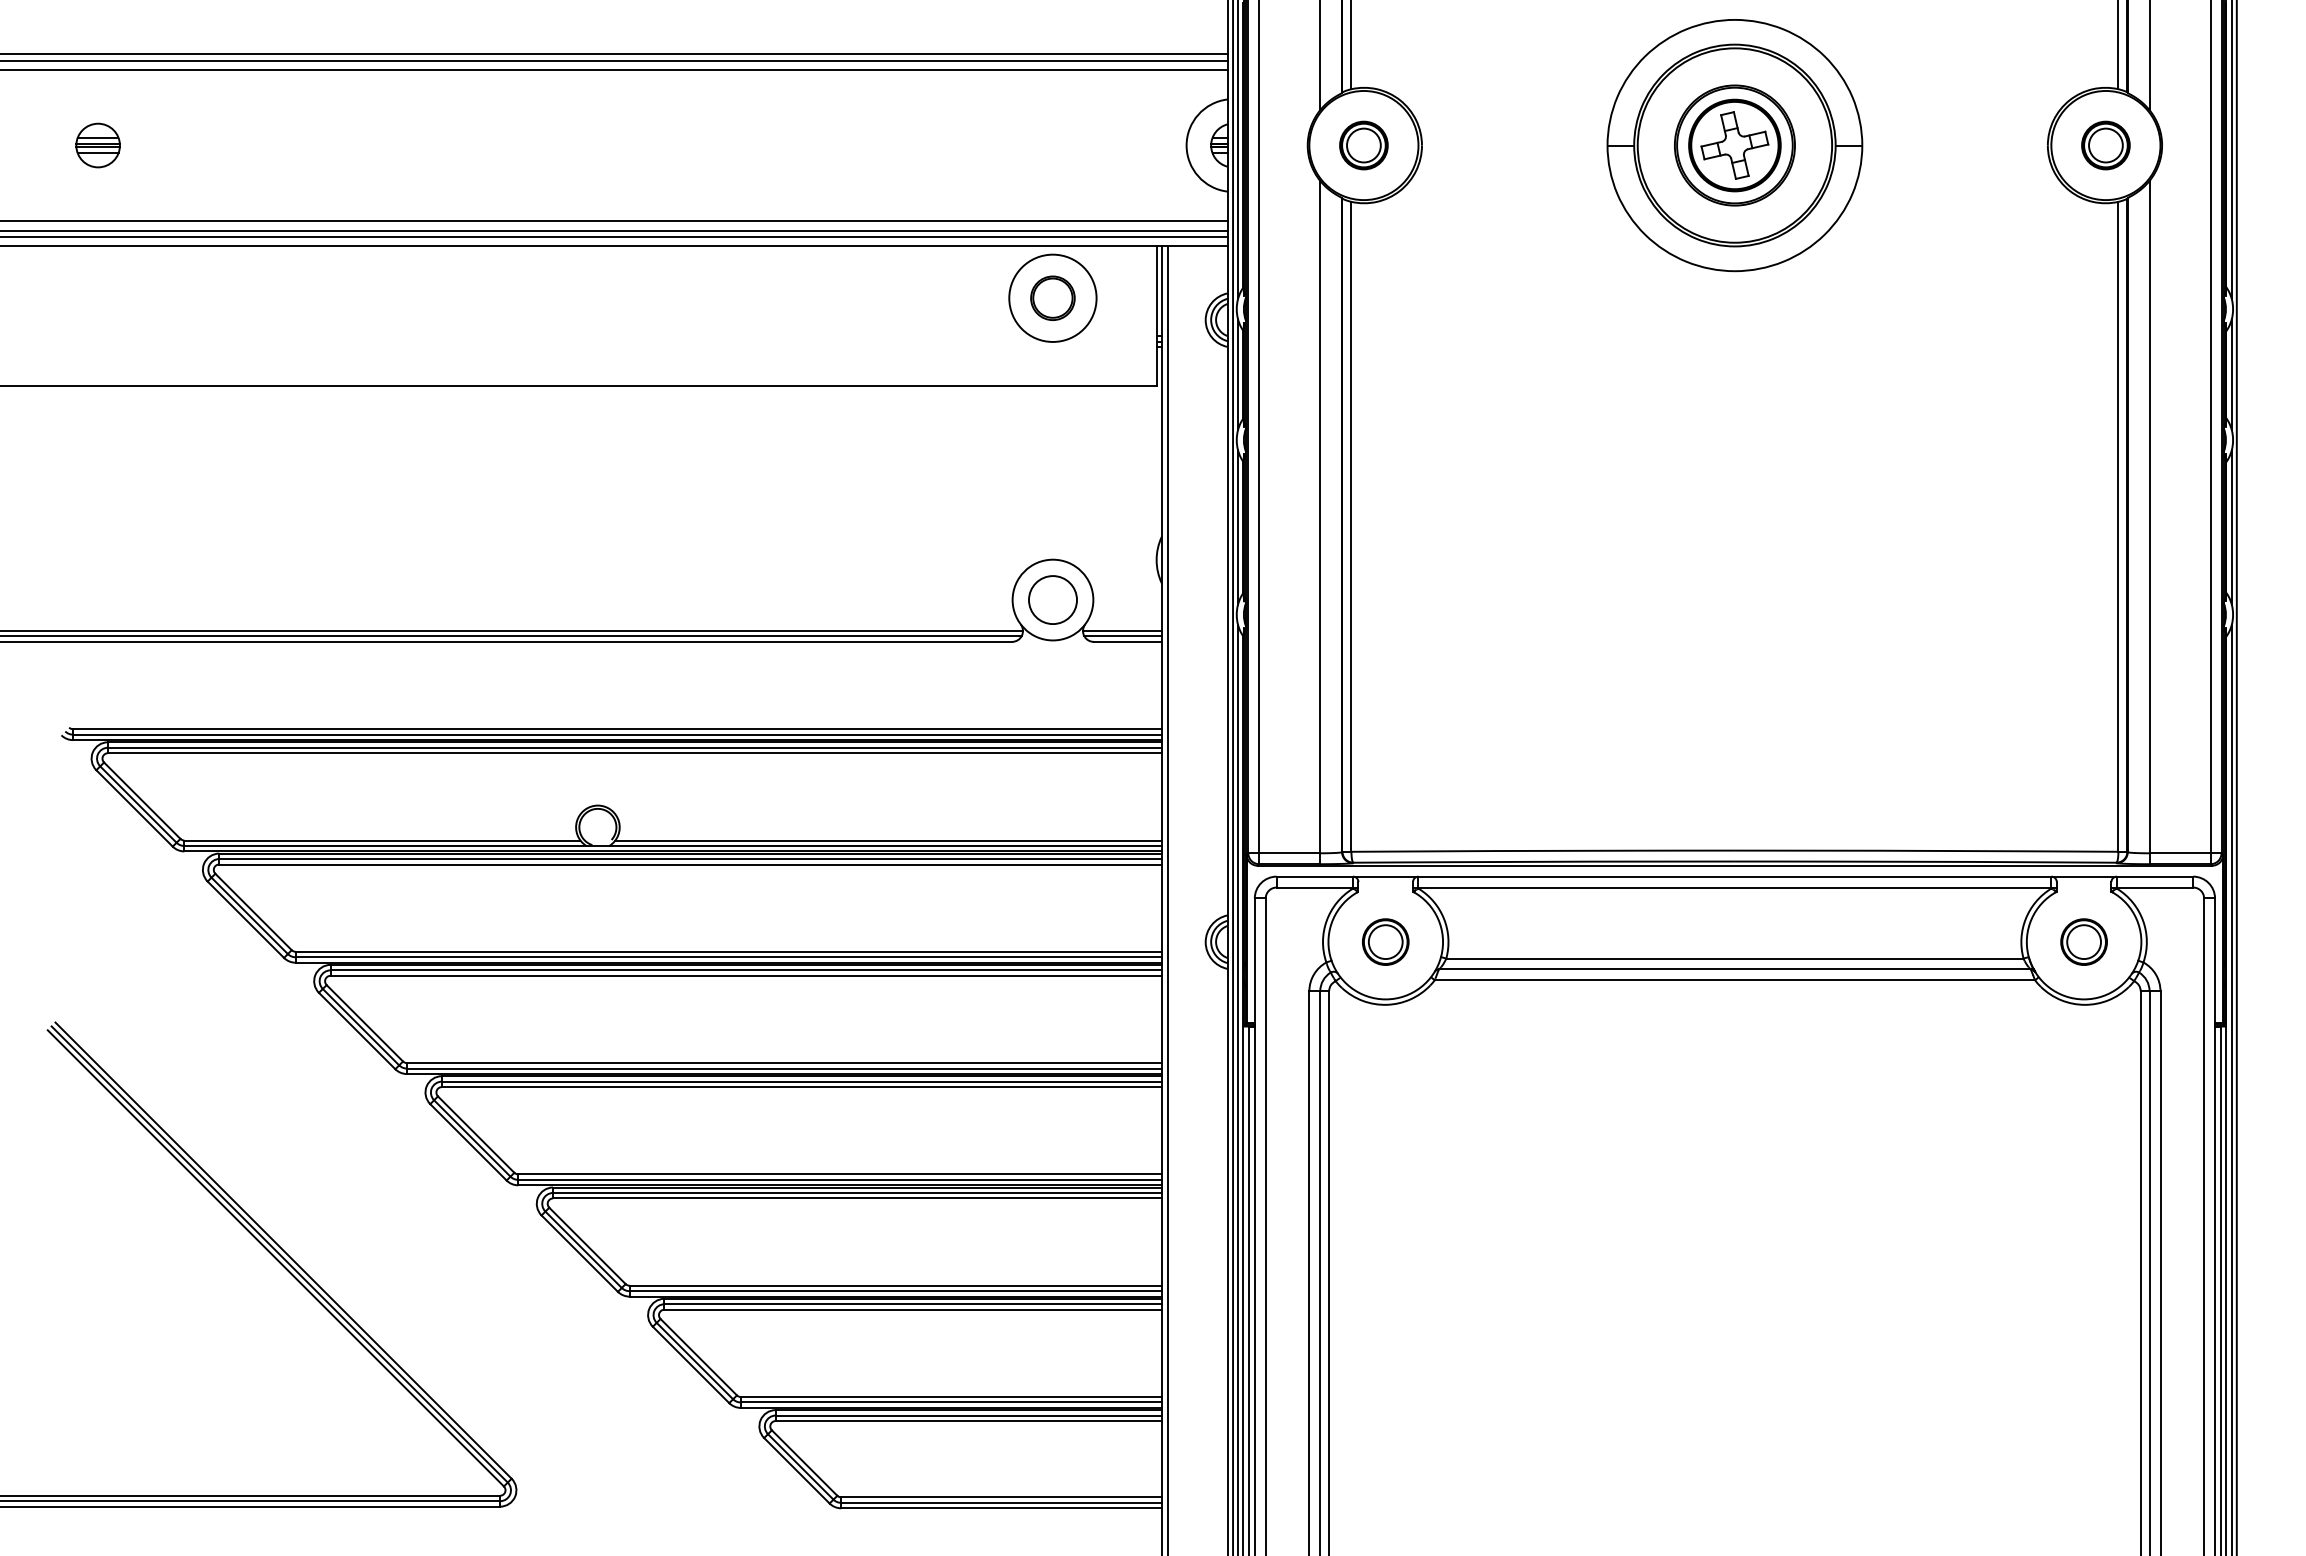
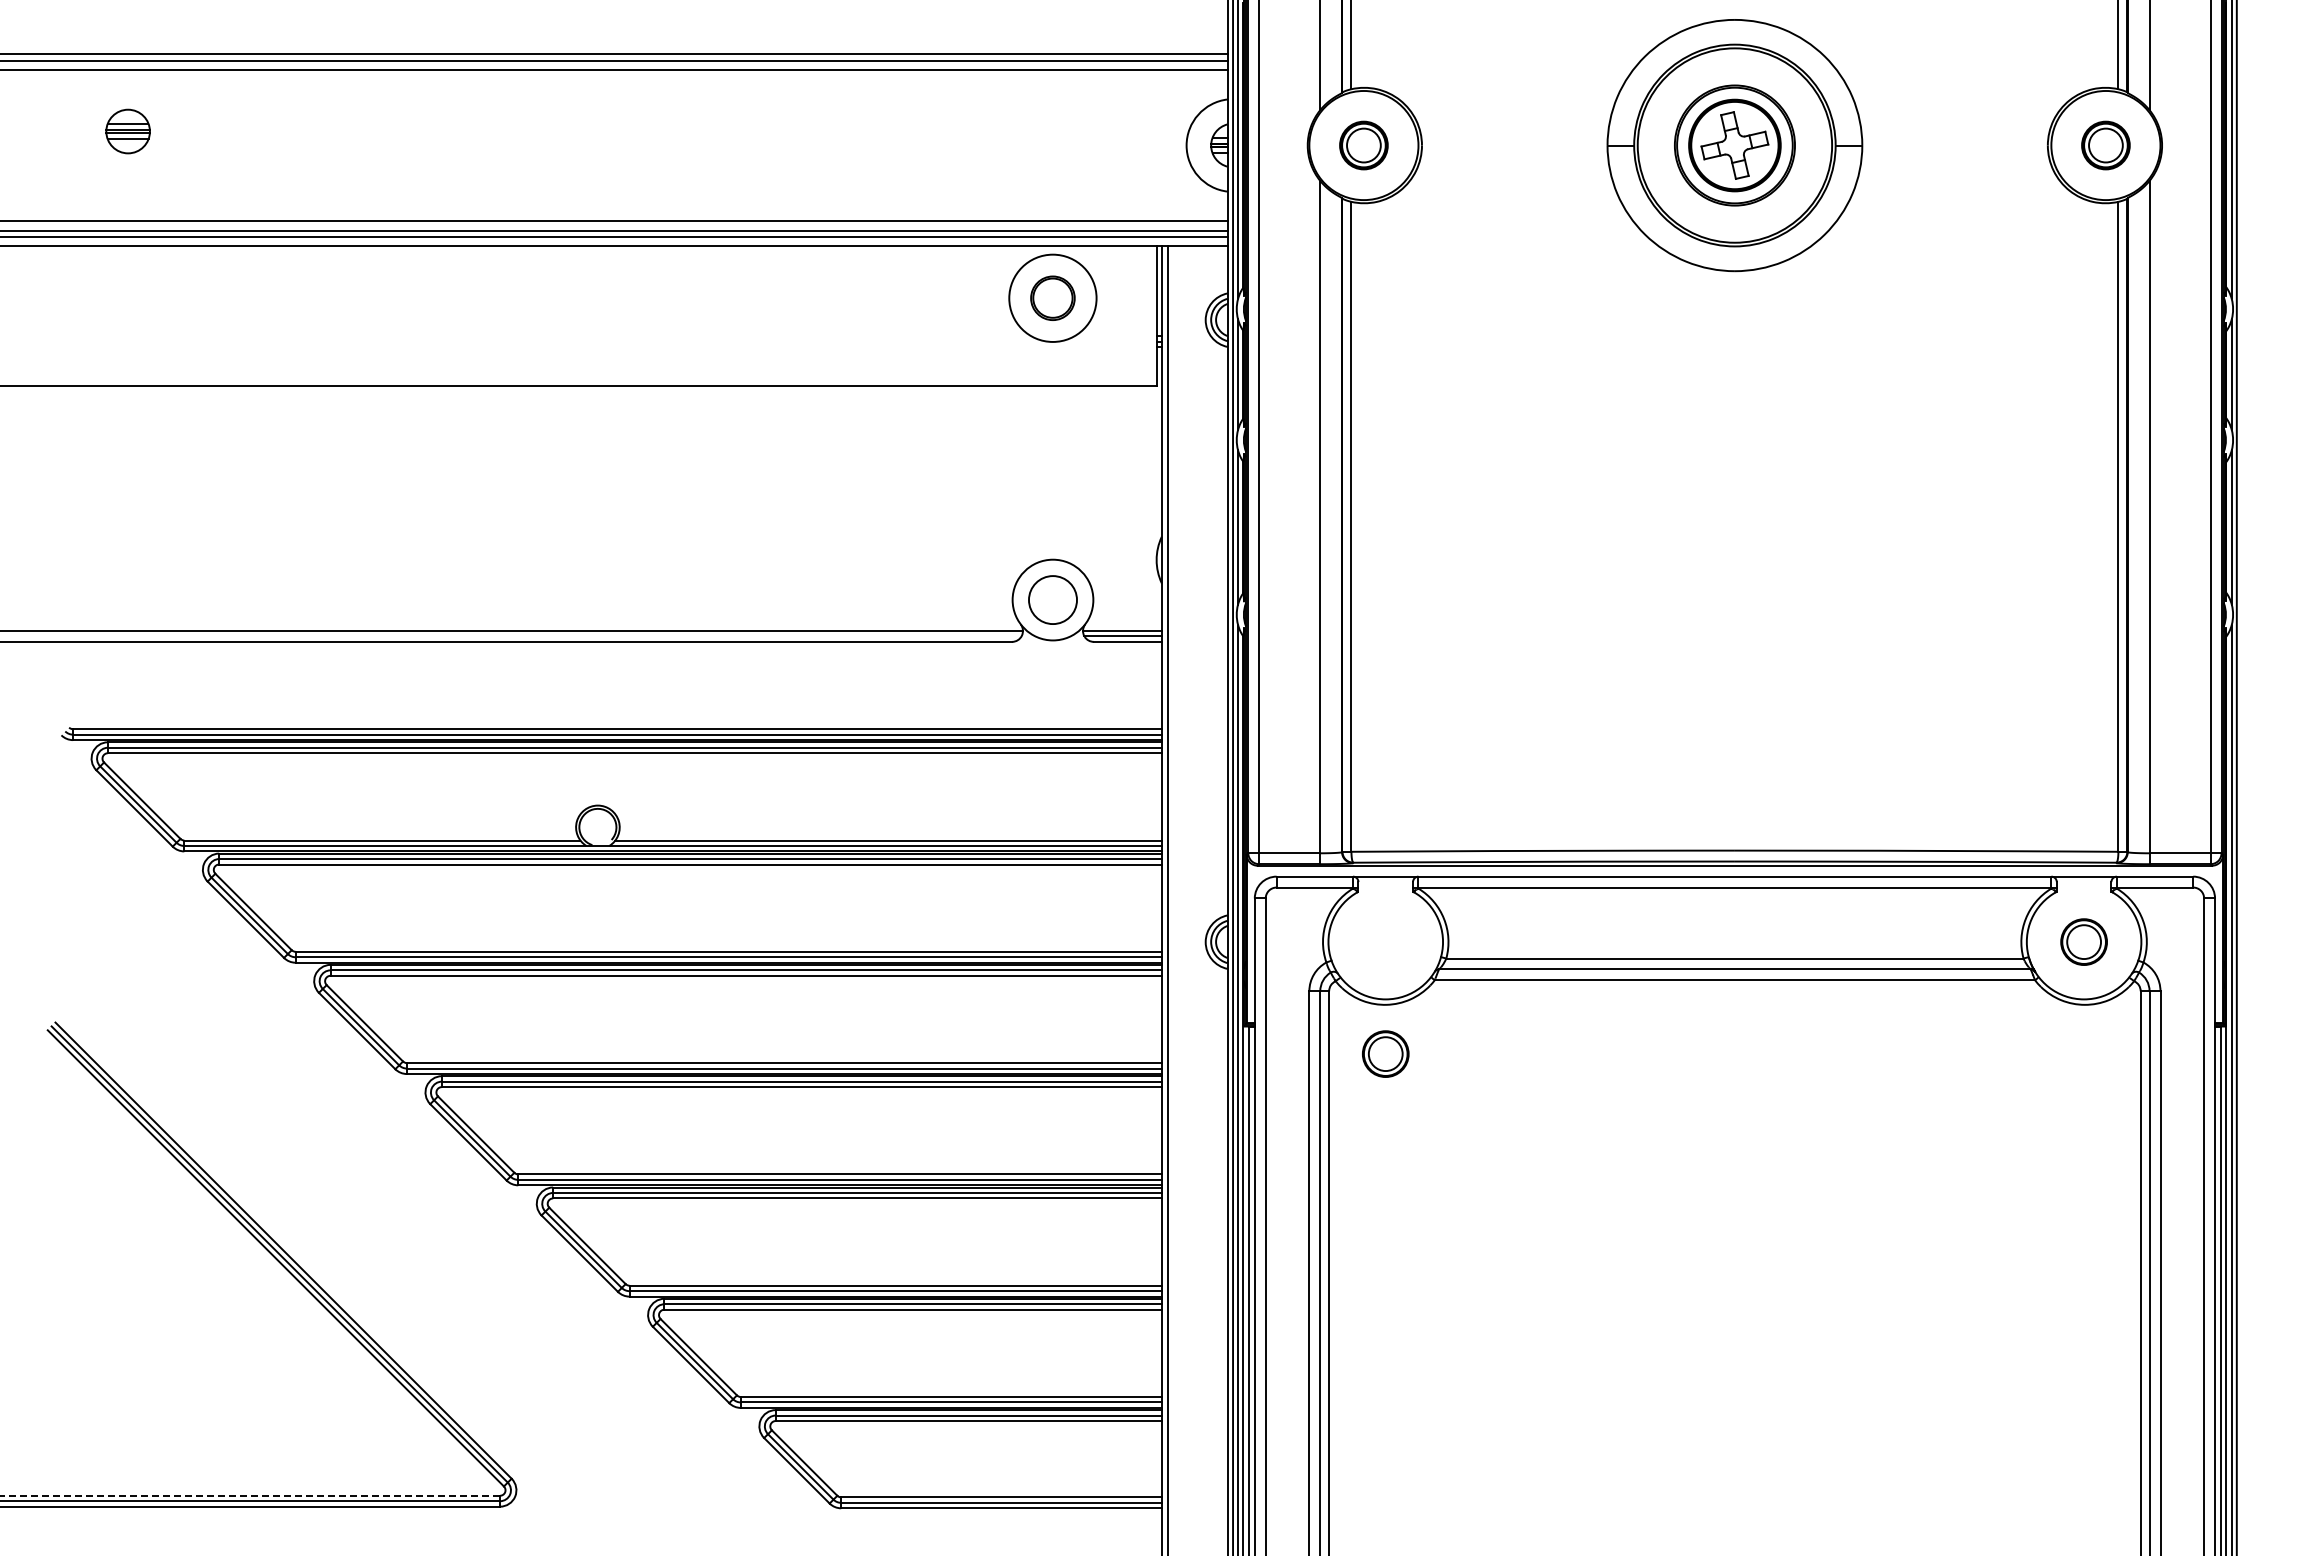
part at (97, 145) position: (97, 145) -> (127, 131)
line at (511, 636): present -> none
part at (1385, 941) position: (1385, 941) -> (1385, 1053)
line at (250, 1495): solid -> dashed
